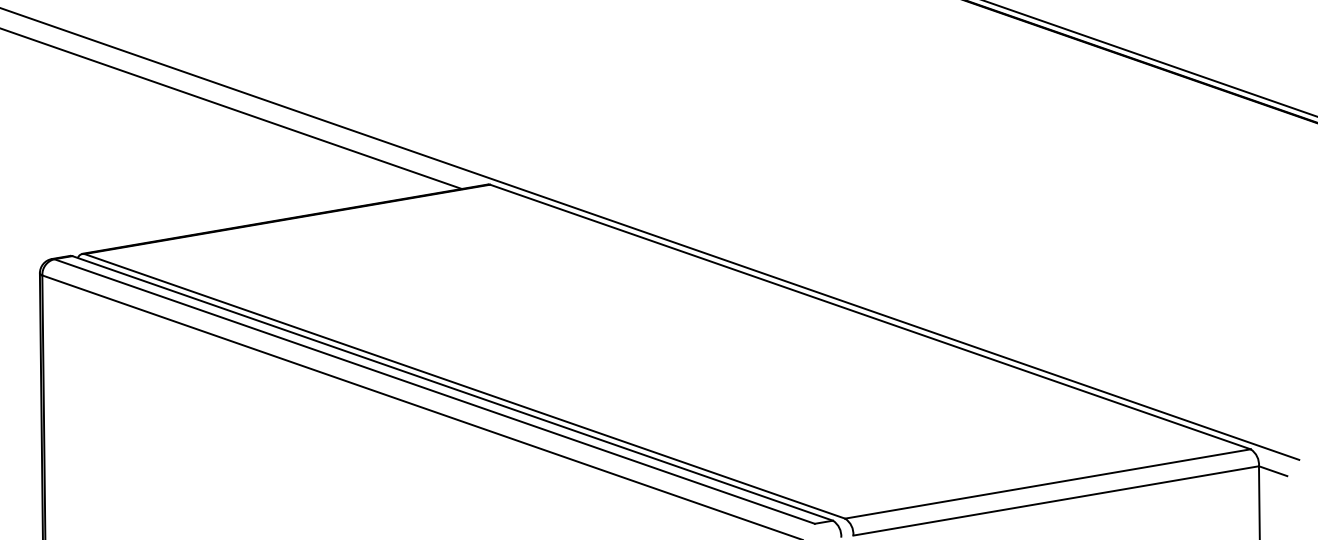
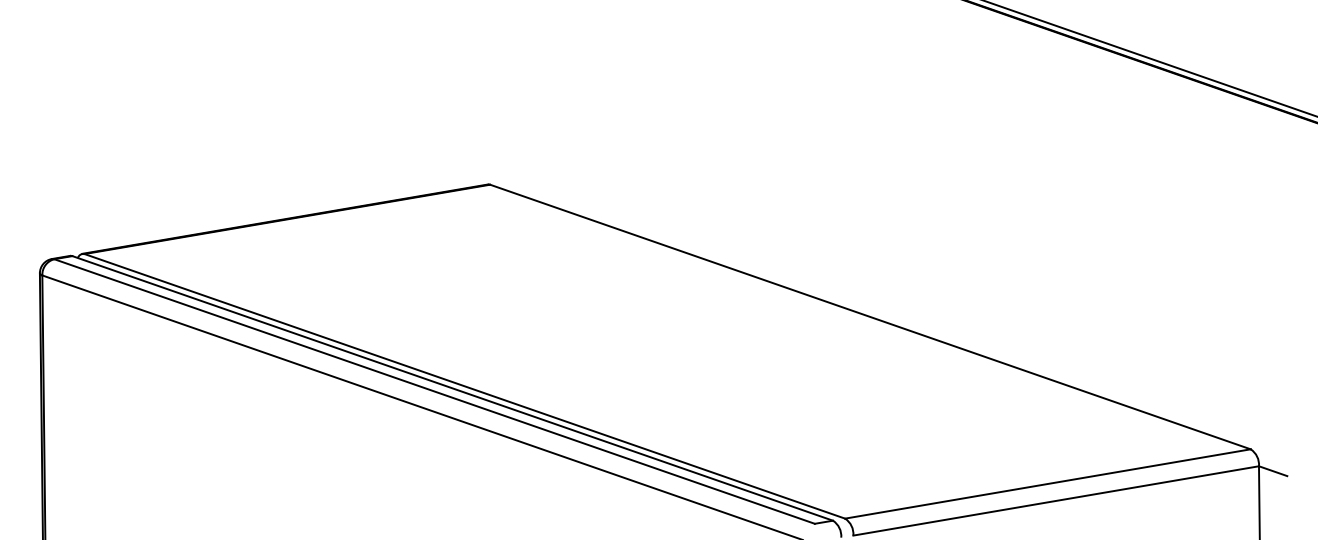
line at (231, 108): present -> none
line at (650, 233): present -> none
